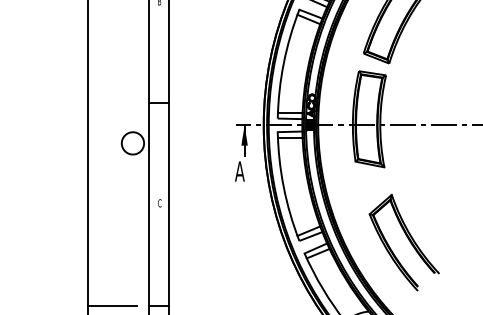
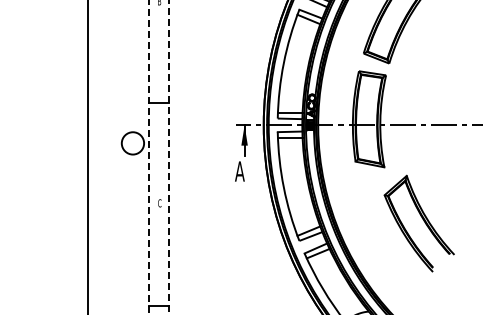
line at (149, 157): solid -> dashed
line at (169, 157): solid -> dashed
part at (403, 242) position: (403, 242) -> (418, 223)
line at (112, 305): present -> none
